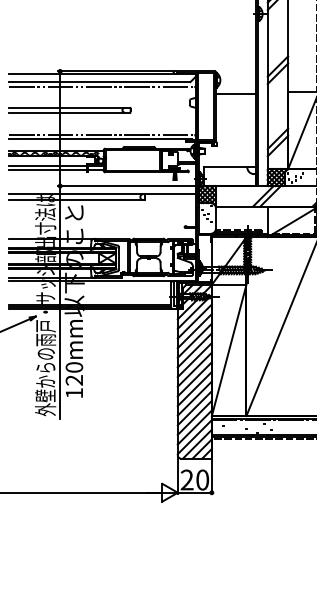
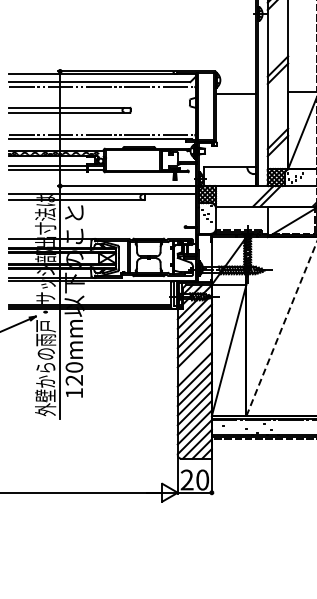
line at (281, 328): solid -> dashed
line at (194, 360): present -> none
